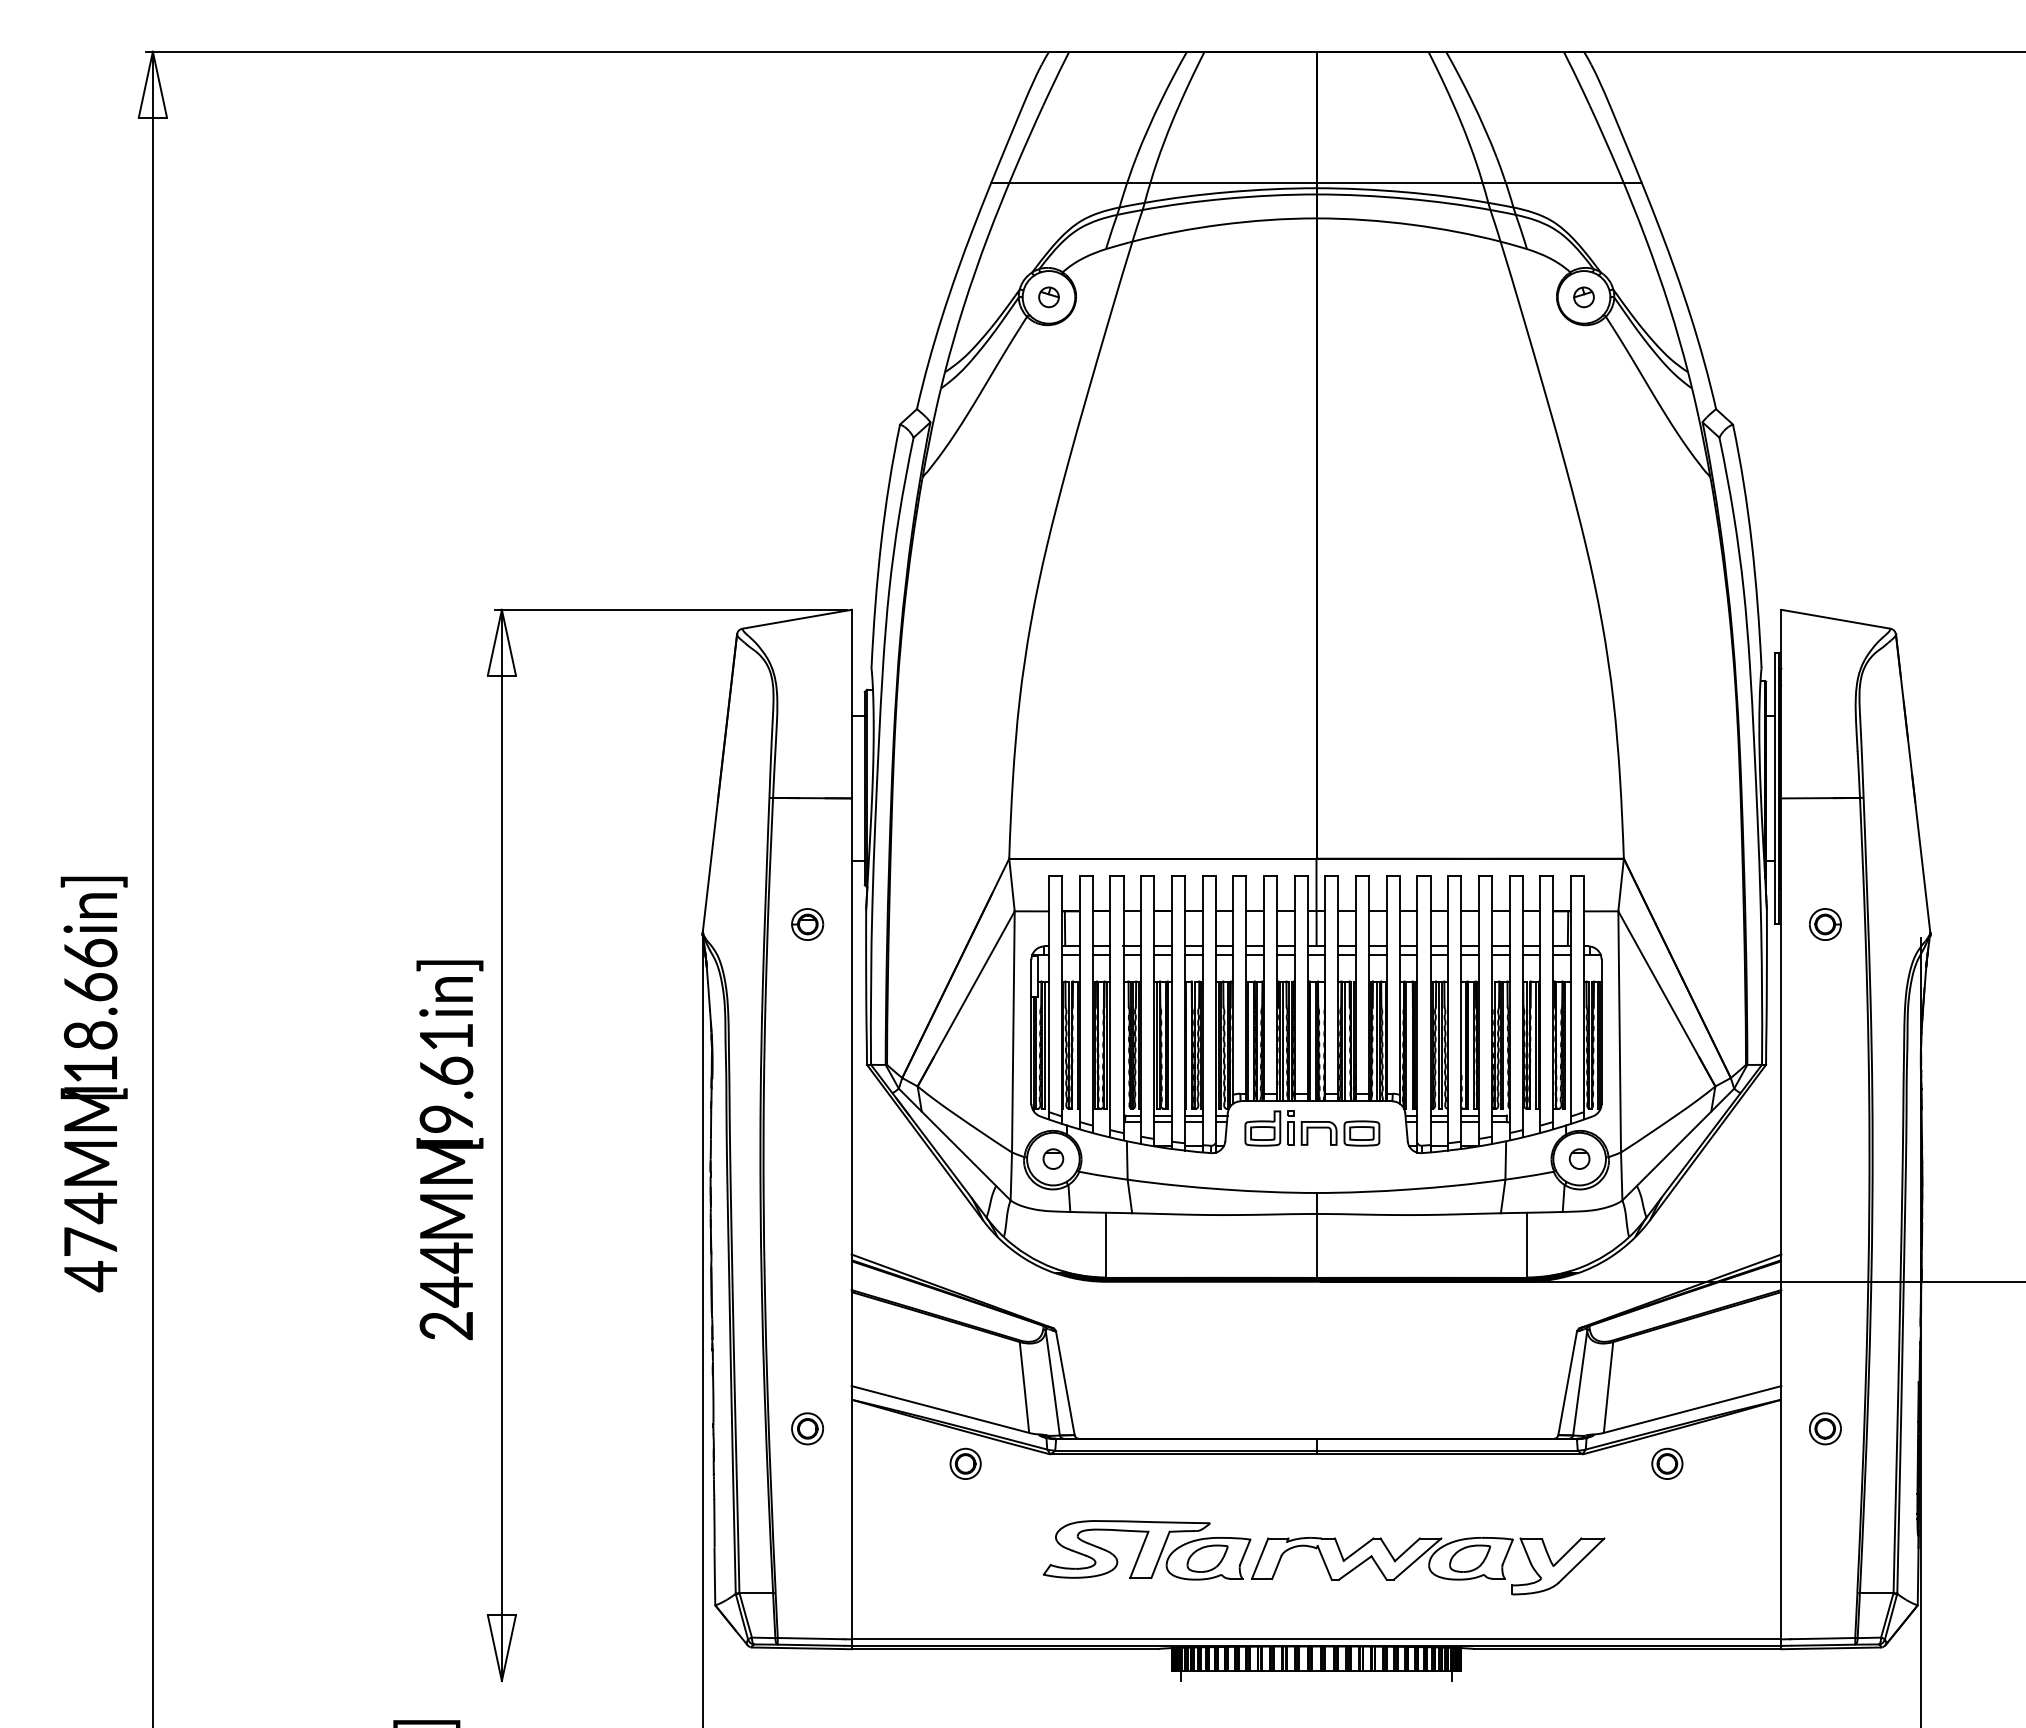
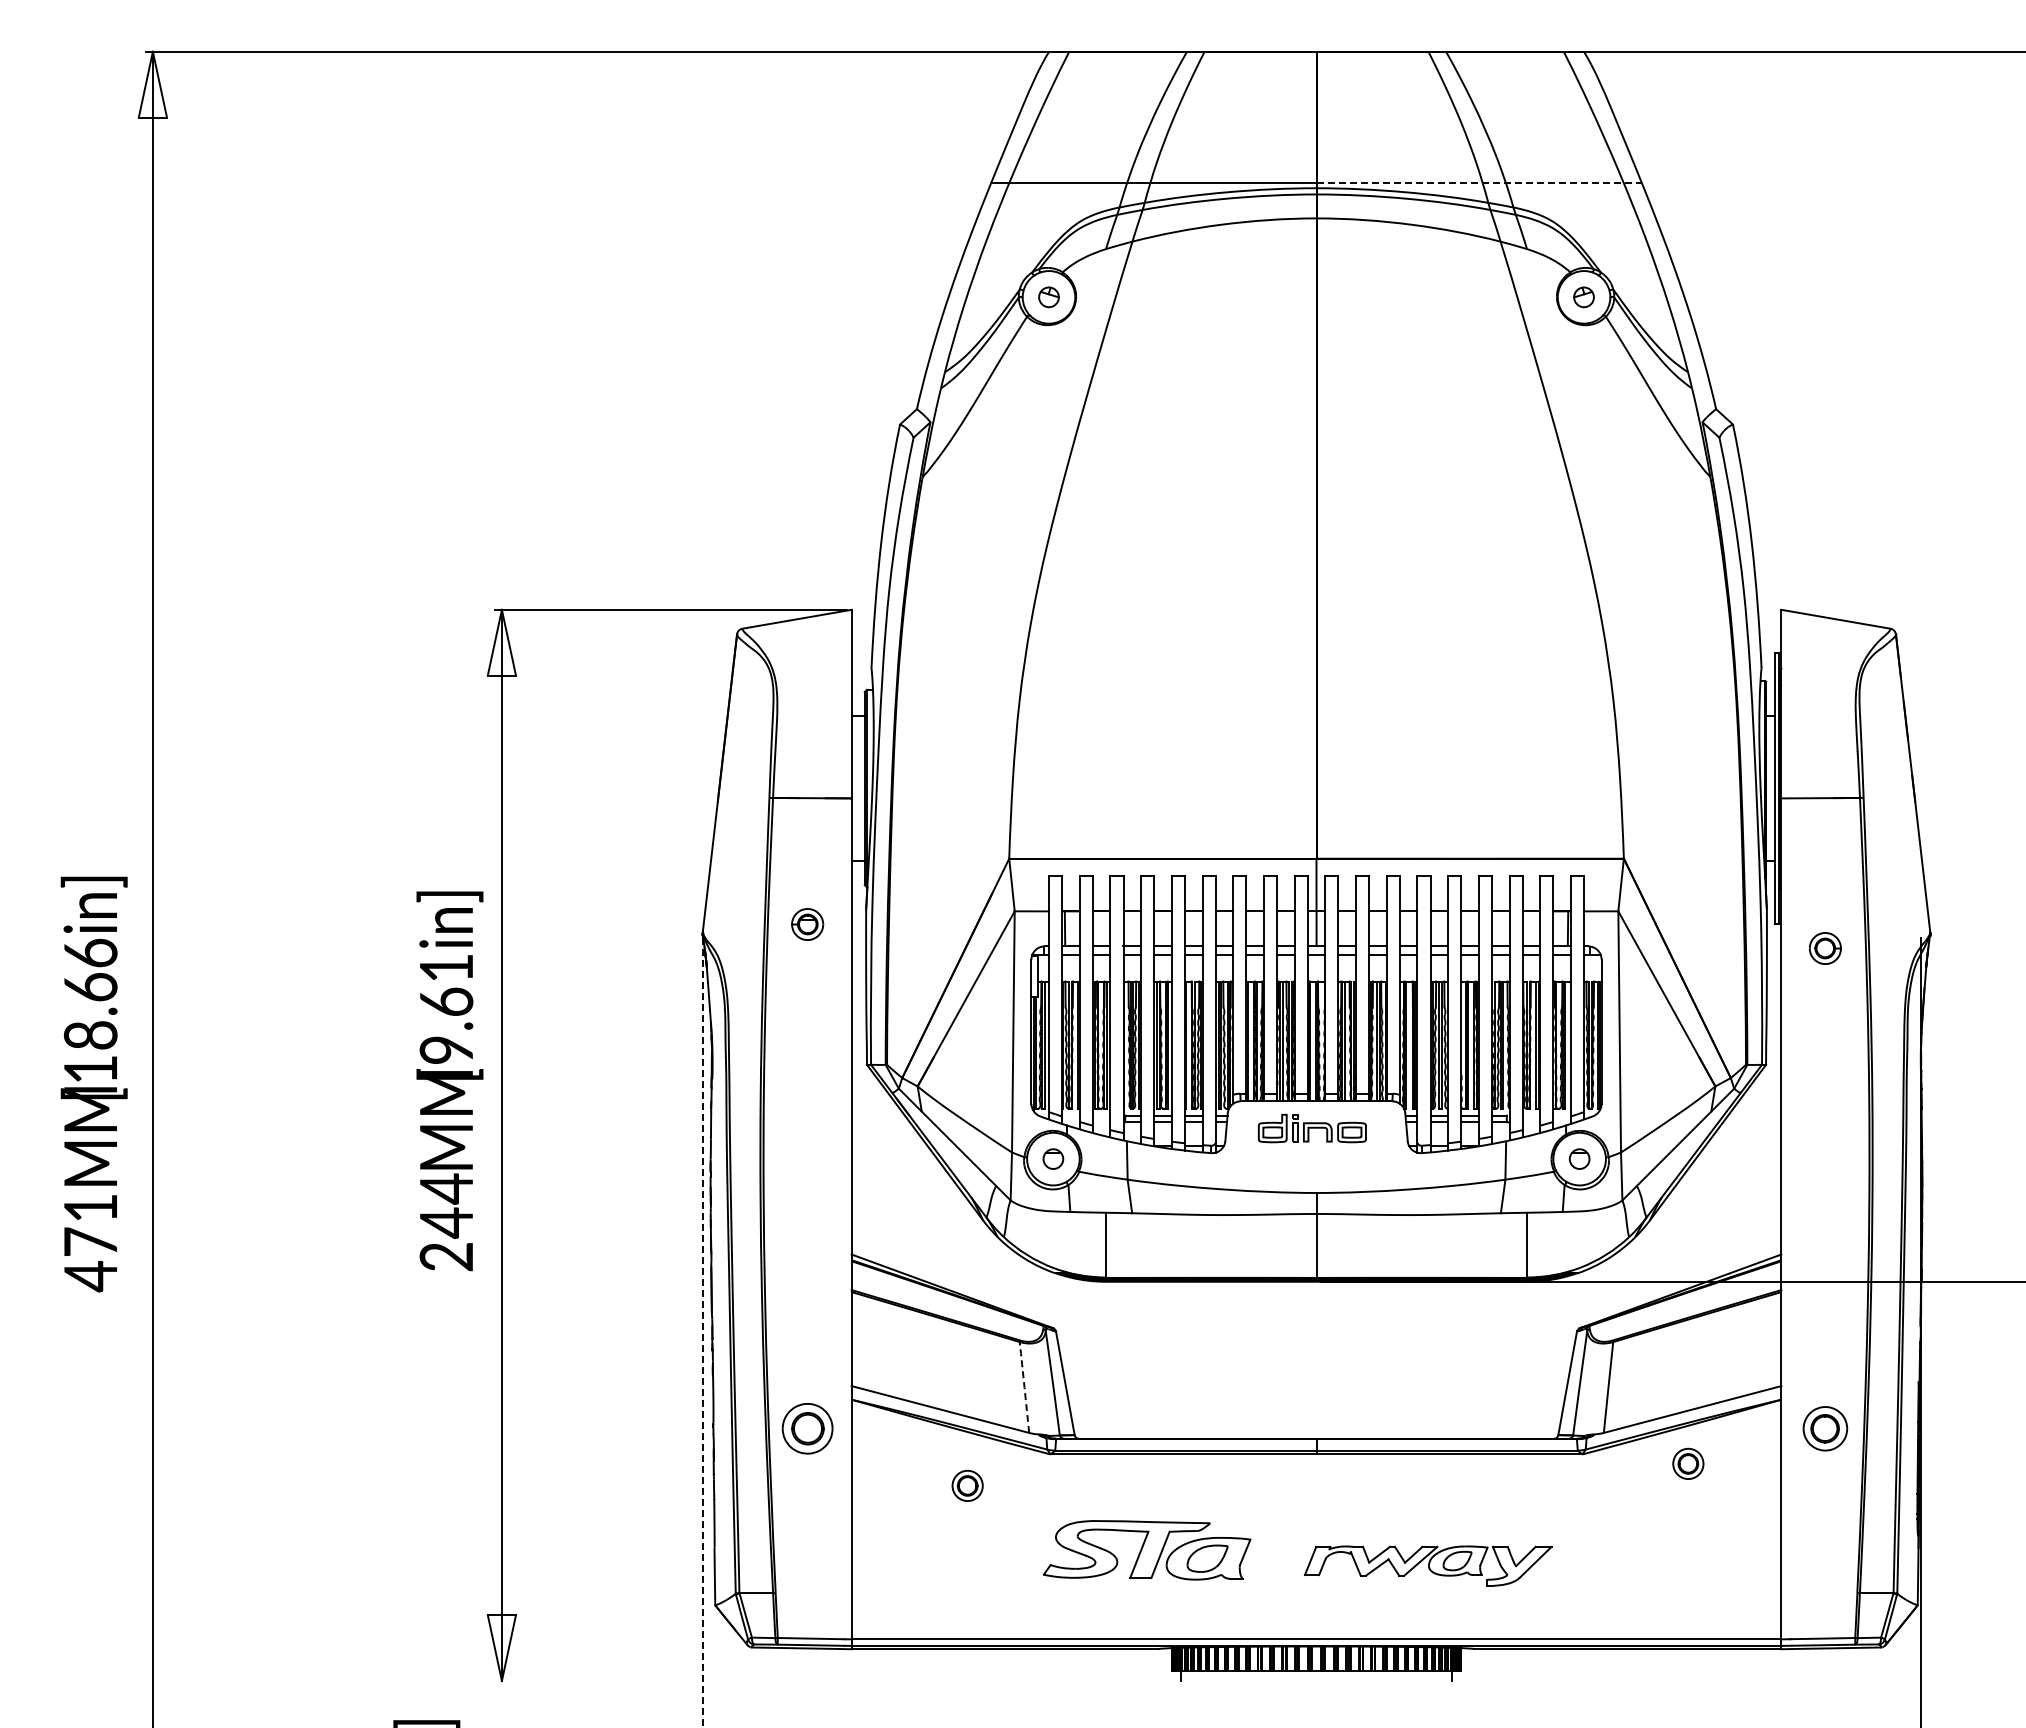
line at (1479, 183): solid -> dashed
part at (1825, 924) position: (1825, 924) -> (1825, 948)
part at (1312, 1128) size: 137x37 px -> 110x31 px
text at (449, 1150) position: (449, 1150) -> (449, 1081)
text at (90, 1208): 474MM -> 471MM
line at (702, 1332): solid -> dashed
arc at (1024, 1387): solid -> dashed
part at (807, 1428) size: 33x34 px -> 53x52 px
part at (1825, 1428) size: 33x34 px -> 47x46 px
part at (965, 1463) position: (965, 1463) -> (967, 1485)
part at (1667, 1463) position: (1667, 1463) -> (1688, 1463)
part at (1428, 1566) size: 355x59 px -> 249x42 px
